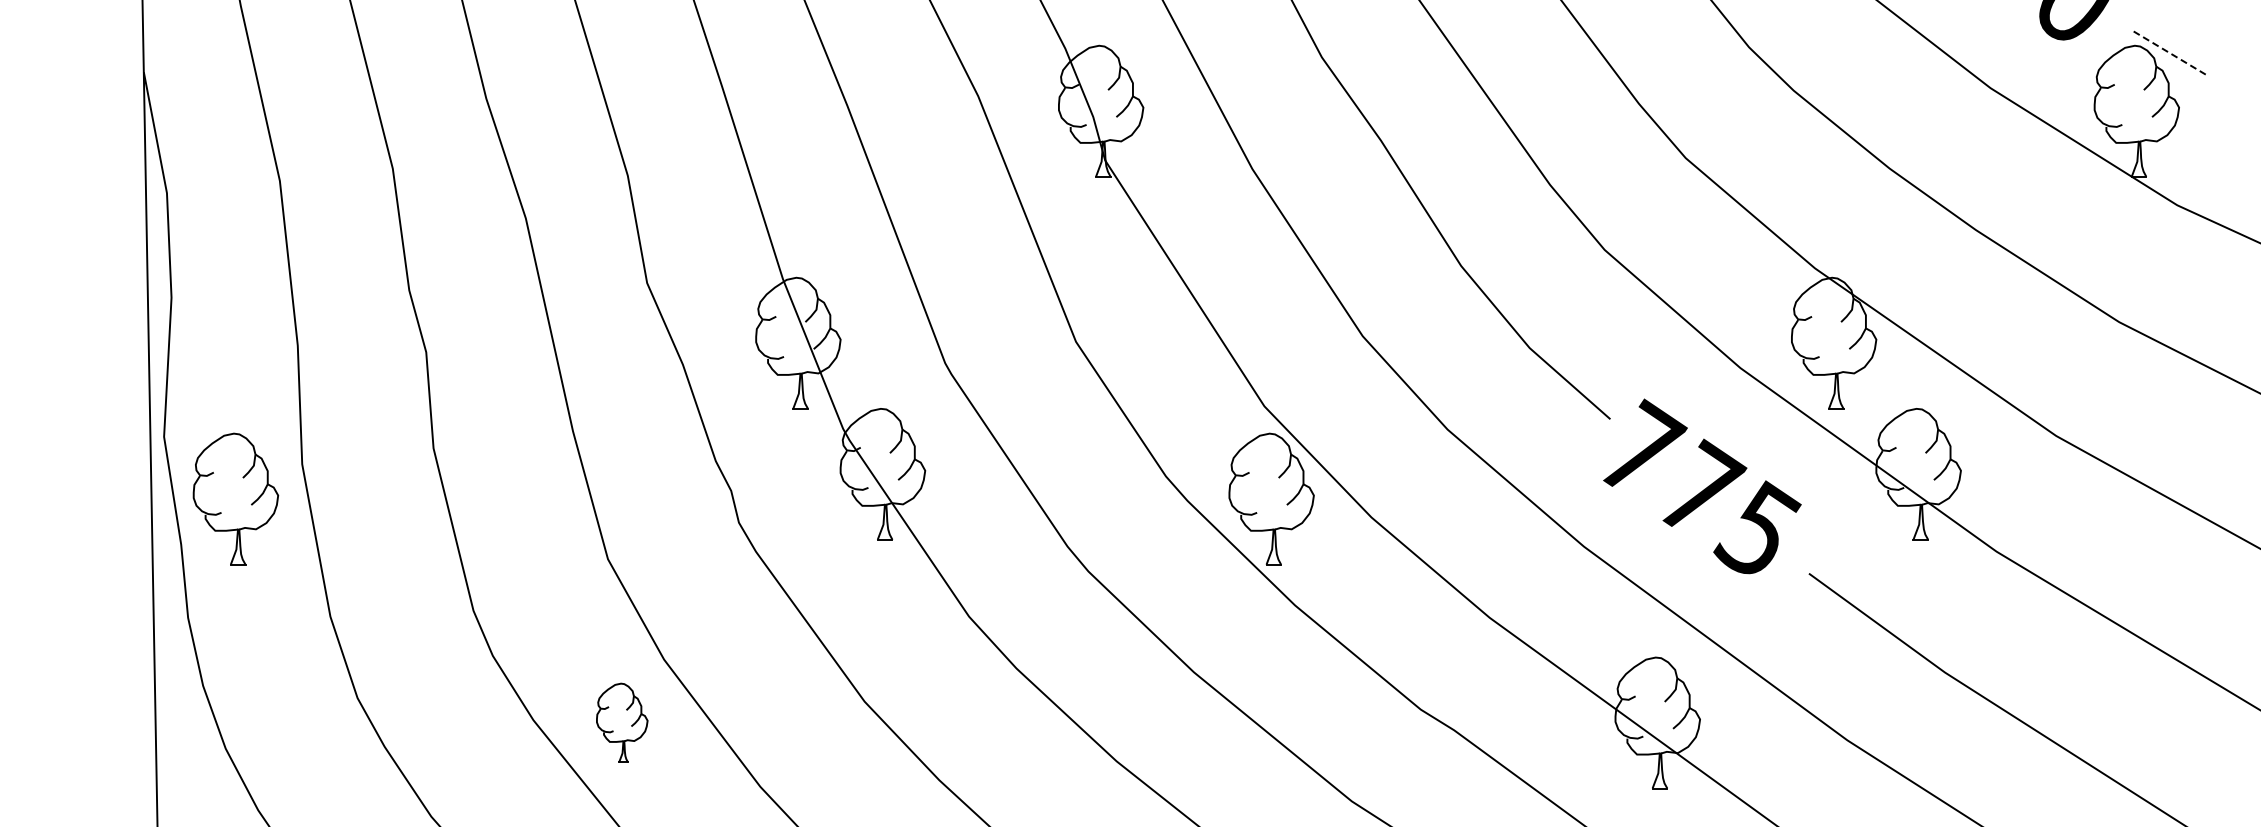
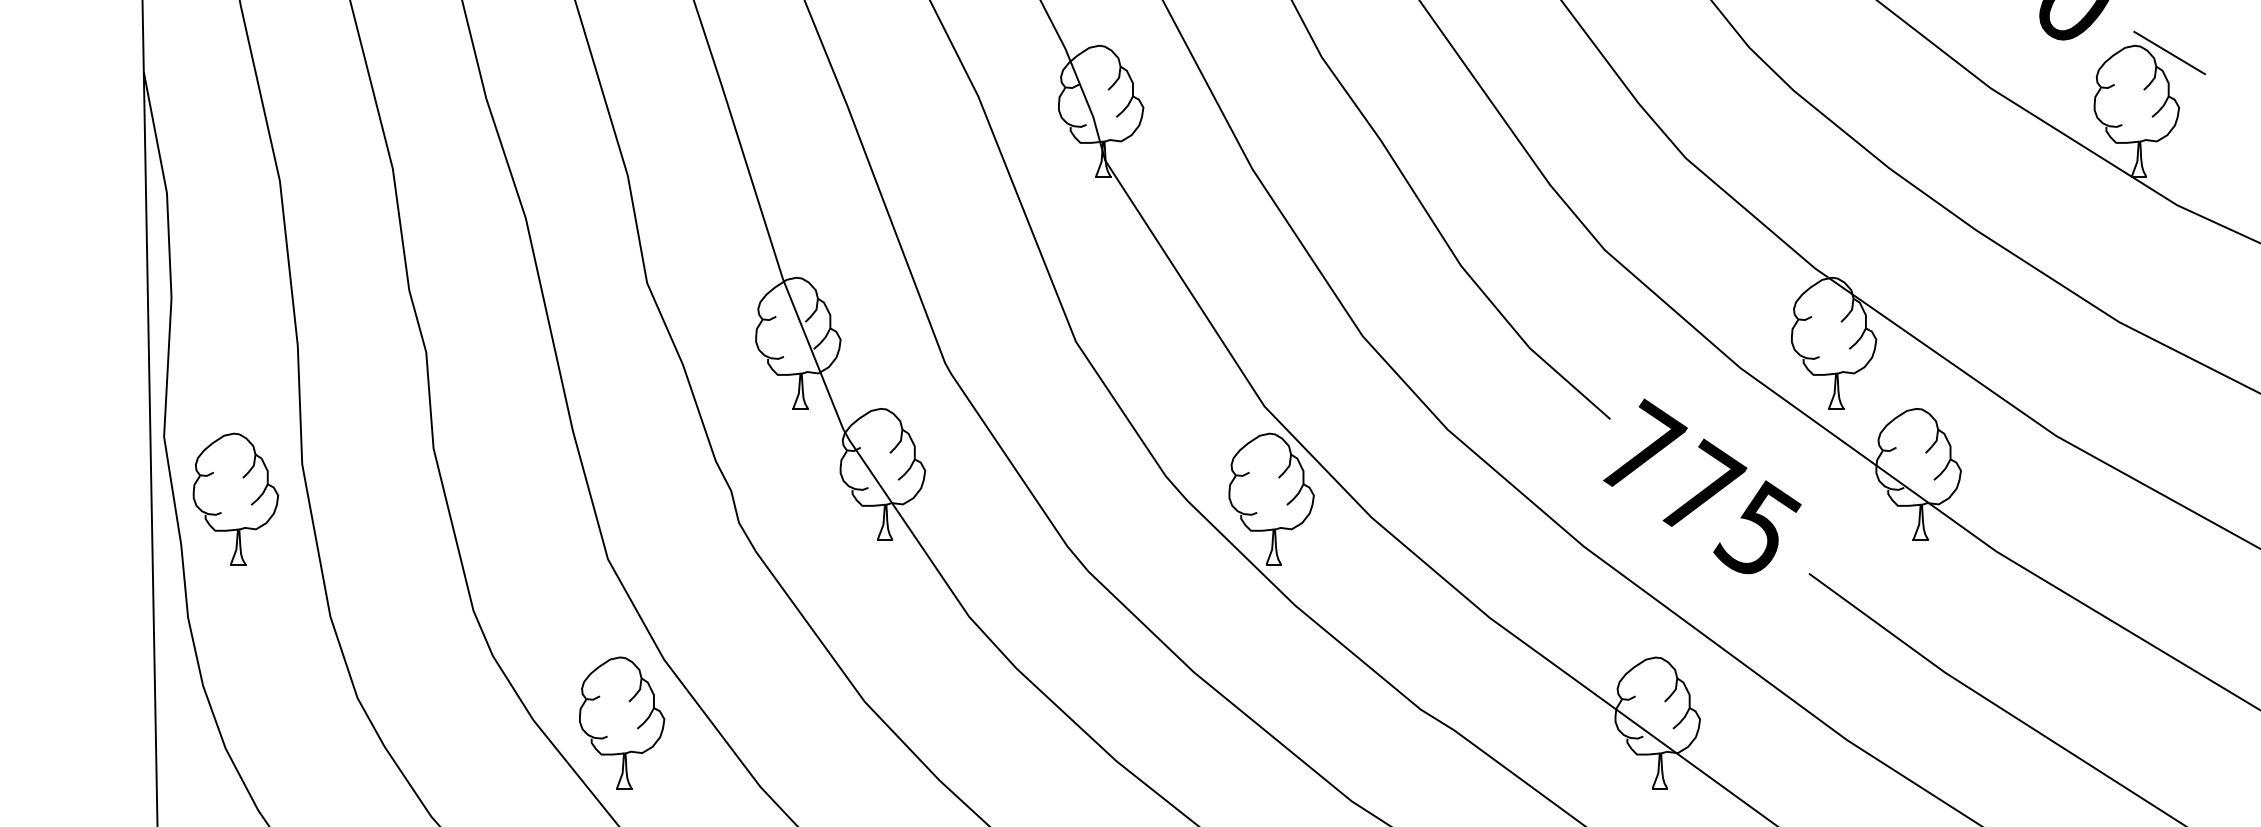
line at (2169, 52): dashed -> solid
part at (622, 722) size: 53x81 px -> 87x134 px
